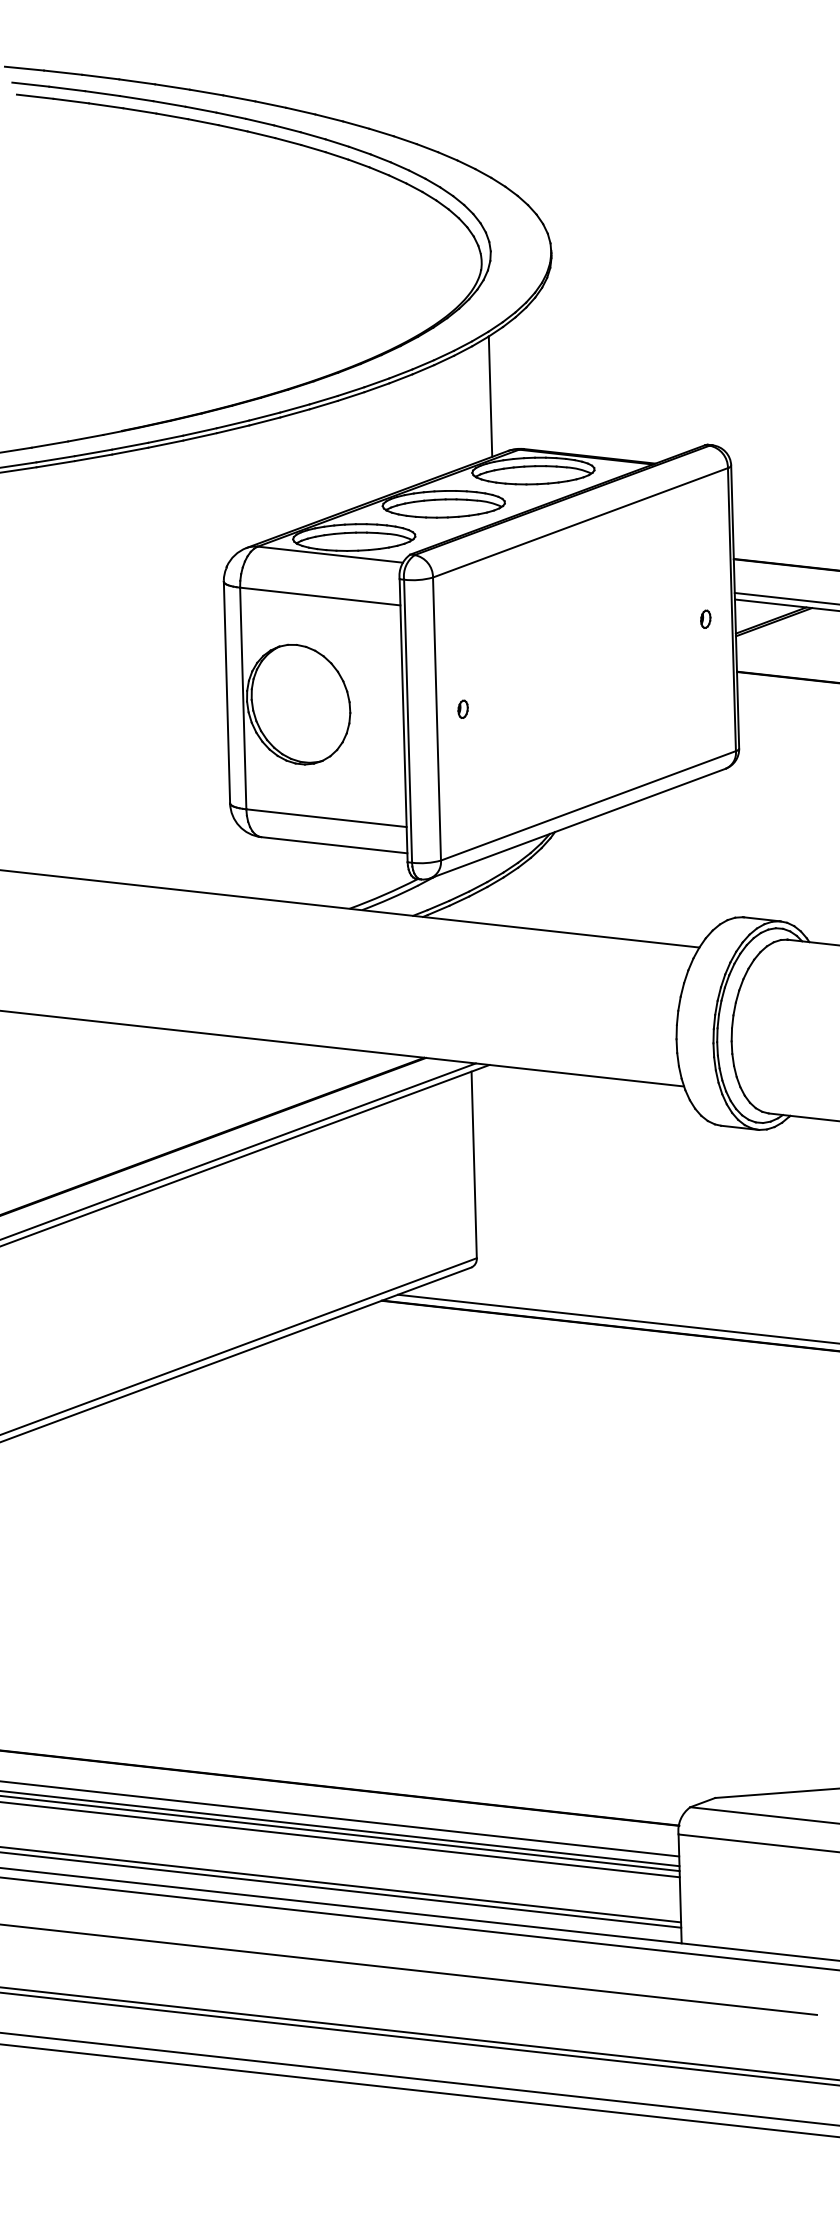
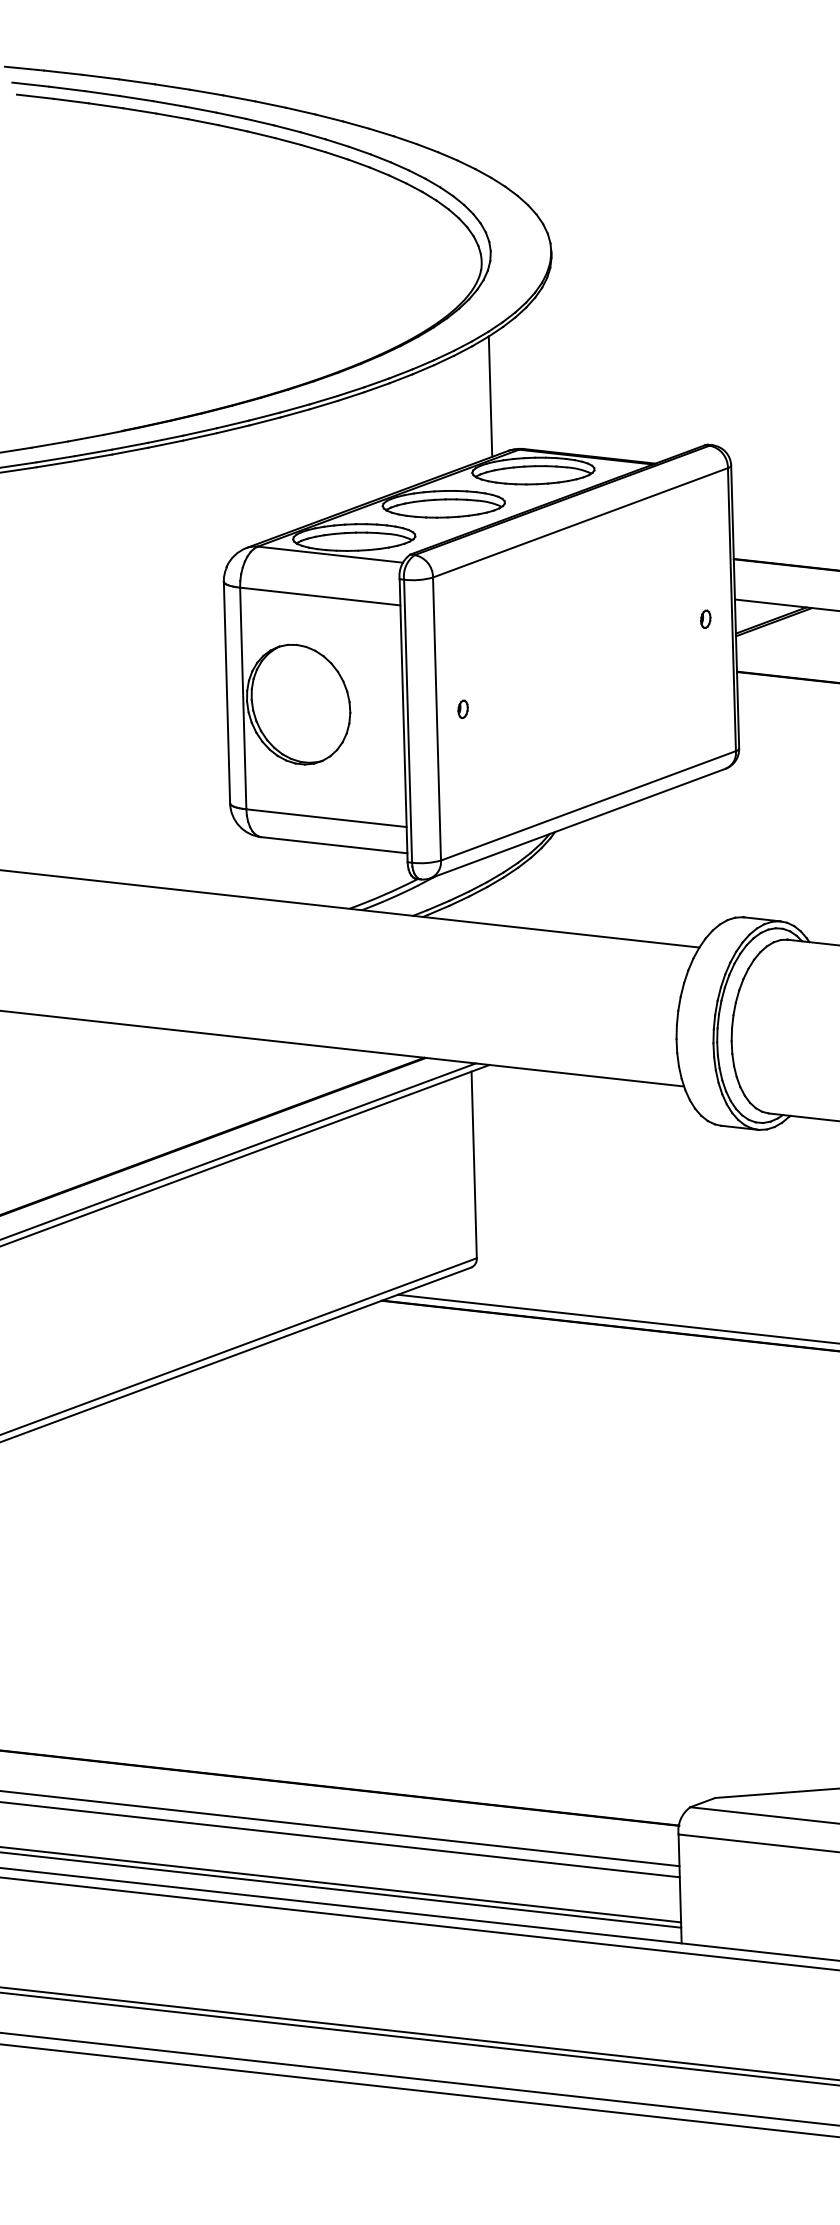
line at (785, 598): present -> none
line at (340, 1818): present -> none
line at (340, 1833): present -> none
line at (409, 1969): present -> none
